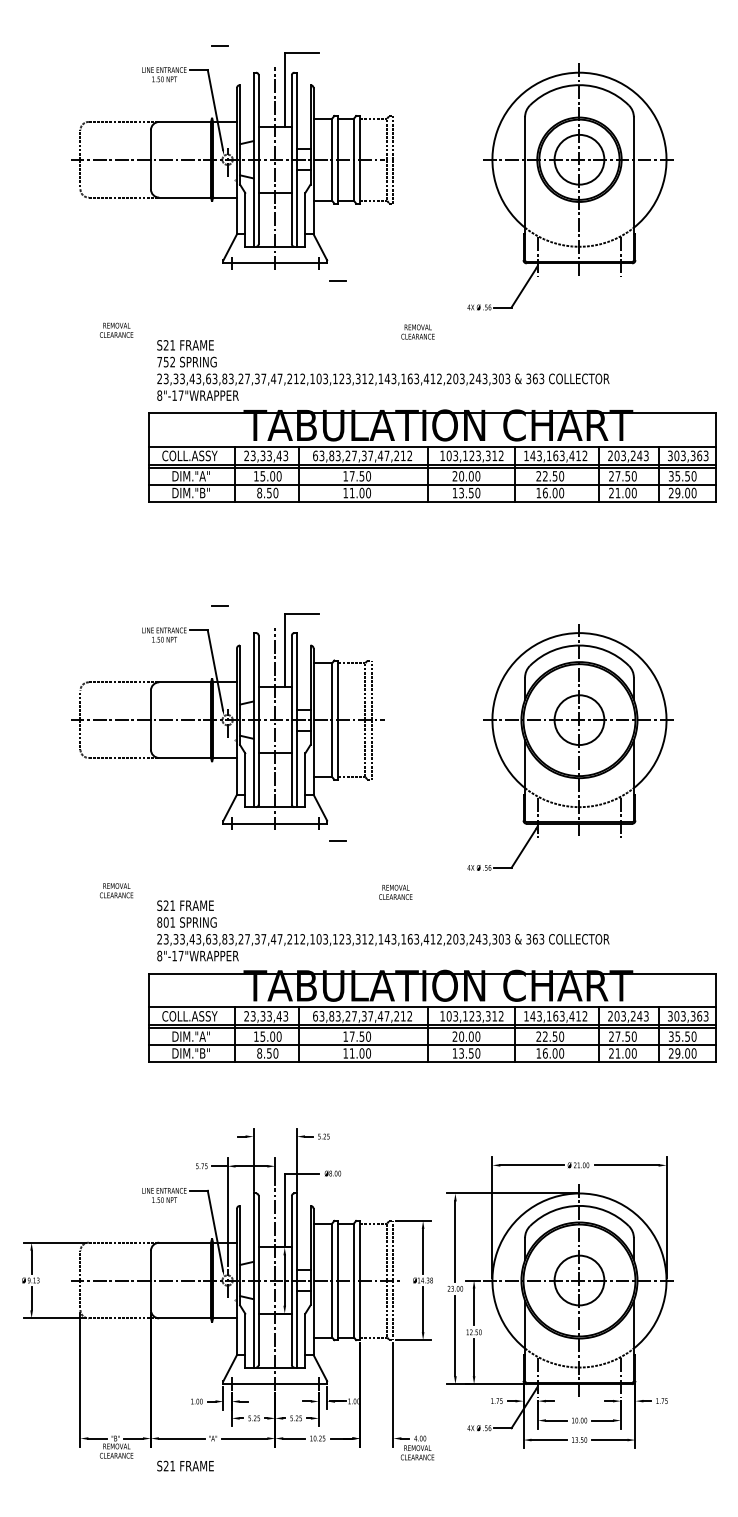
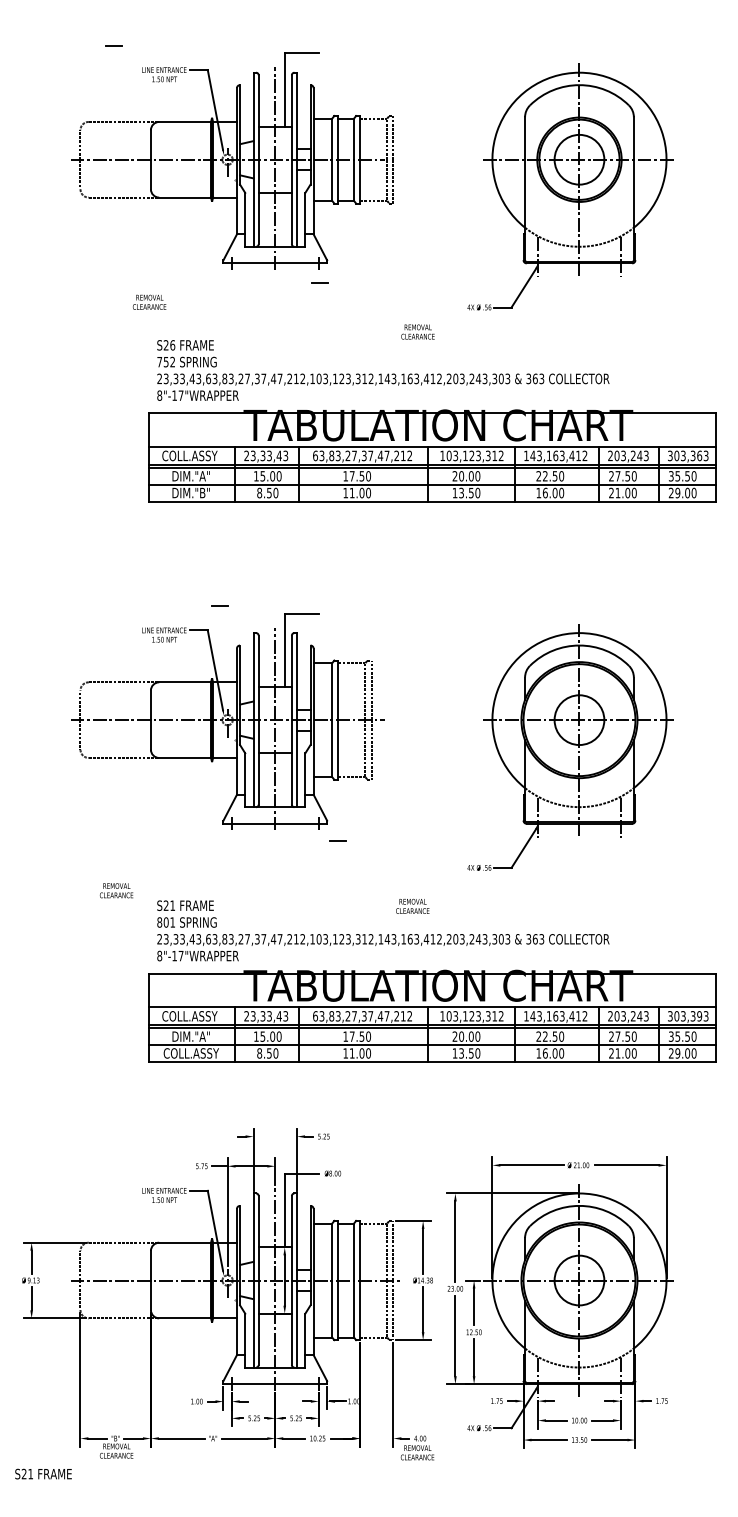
line at (219, 45) position: (219, 45) -> (113, 45)
line at (337, 280) position: (337, 280) -> (319, 282)
text at (116, 329) position: (116, 329) -> (149, 301)
text at (172, 345): S21 -> S26
text at (395, 891) position: (395, 891) -> (412, 905)
text at (699, 1016): 303,363 -> 303,393
text at (190, 1053): DIM."B" -> COLL.ASSY
text at (185, 1465) position: (185, 1465) -> (43, 1473)
